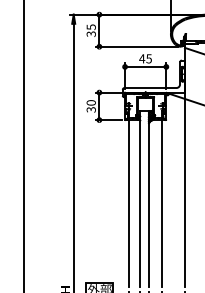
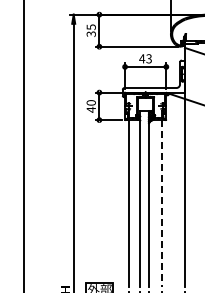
text at (148, 58): 45 -> 43
text at (90, 109): 30 -> 40
line at (162, 203): solid -> dashed
